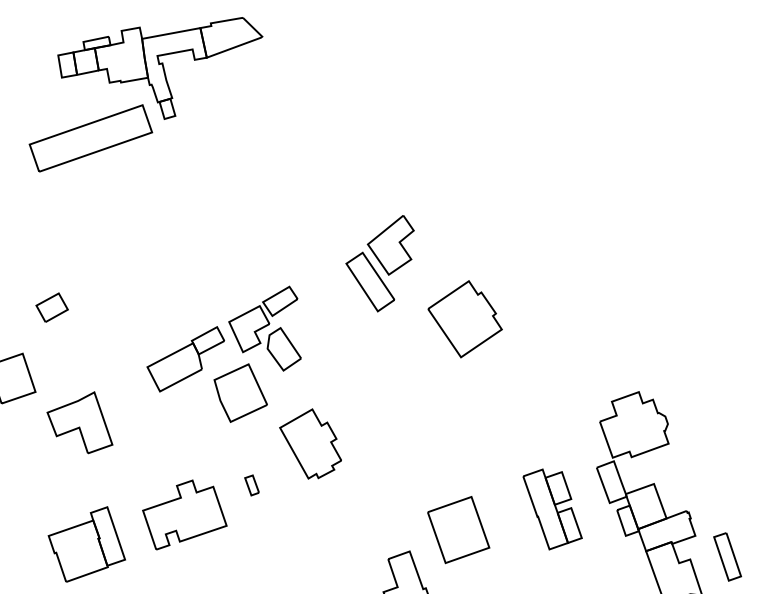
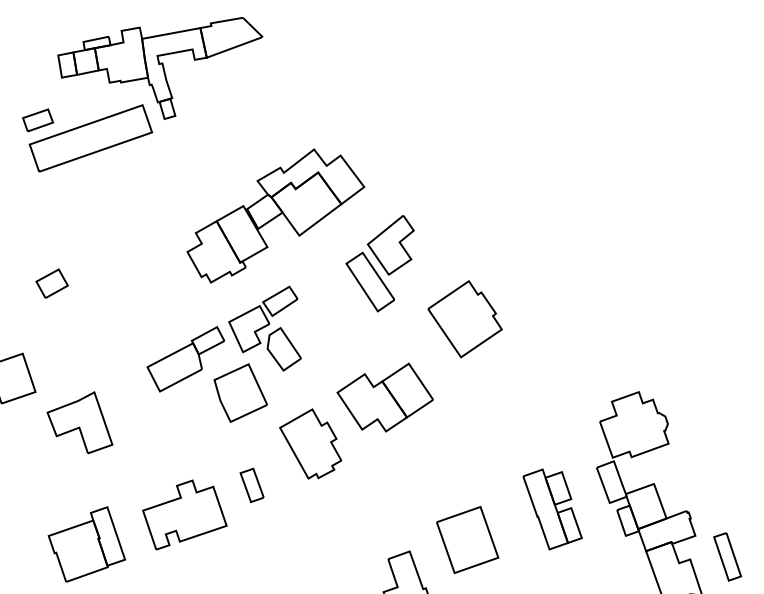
part at (37, 120): none -> present
part at (275, 215): none -> present
part at (51, 307) position: (51, 307) -> (51, 283)
part at (384, 397): none -> present
part at (251, 485) size: 16x23 px -> 26x37 px
part at (458, 530) position: (458, 530) -> (467, 540)
